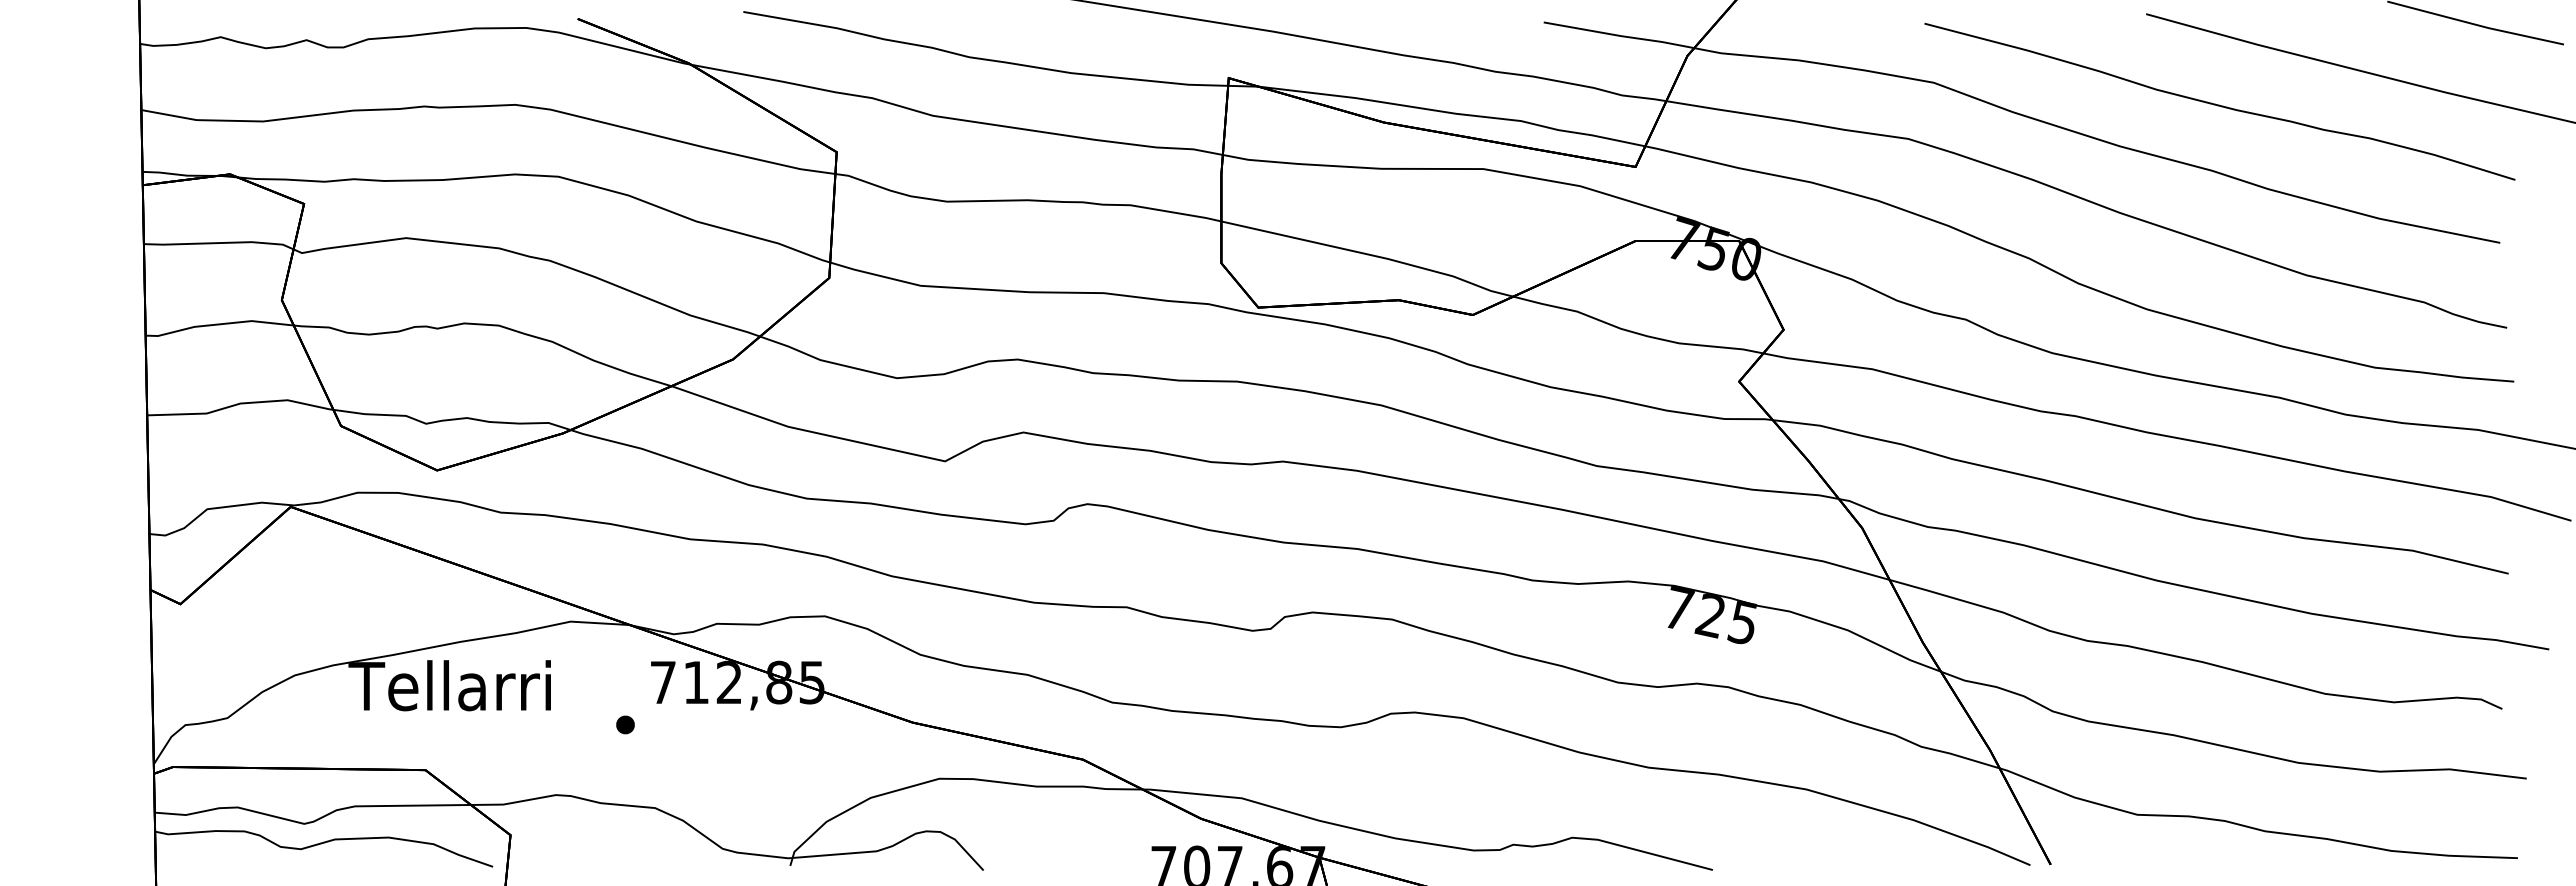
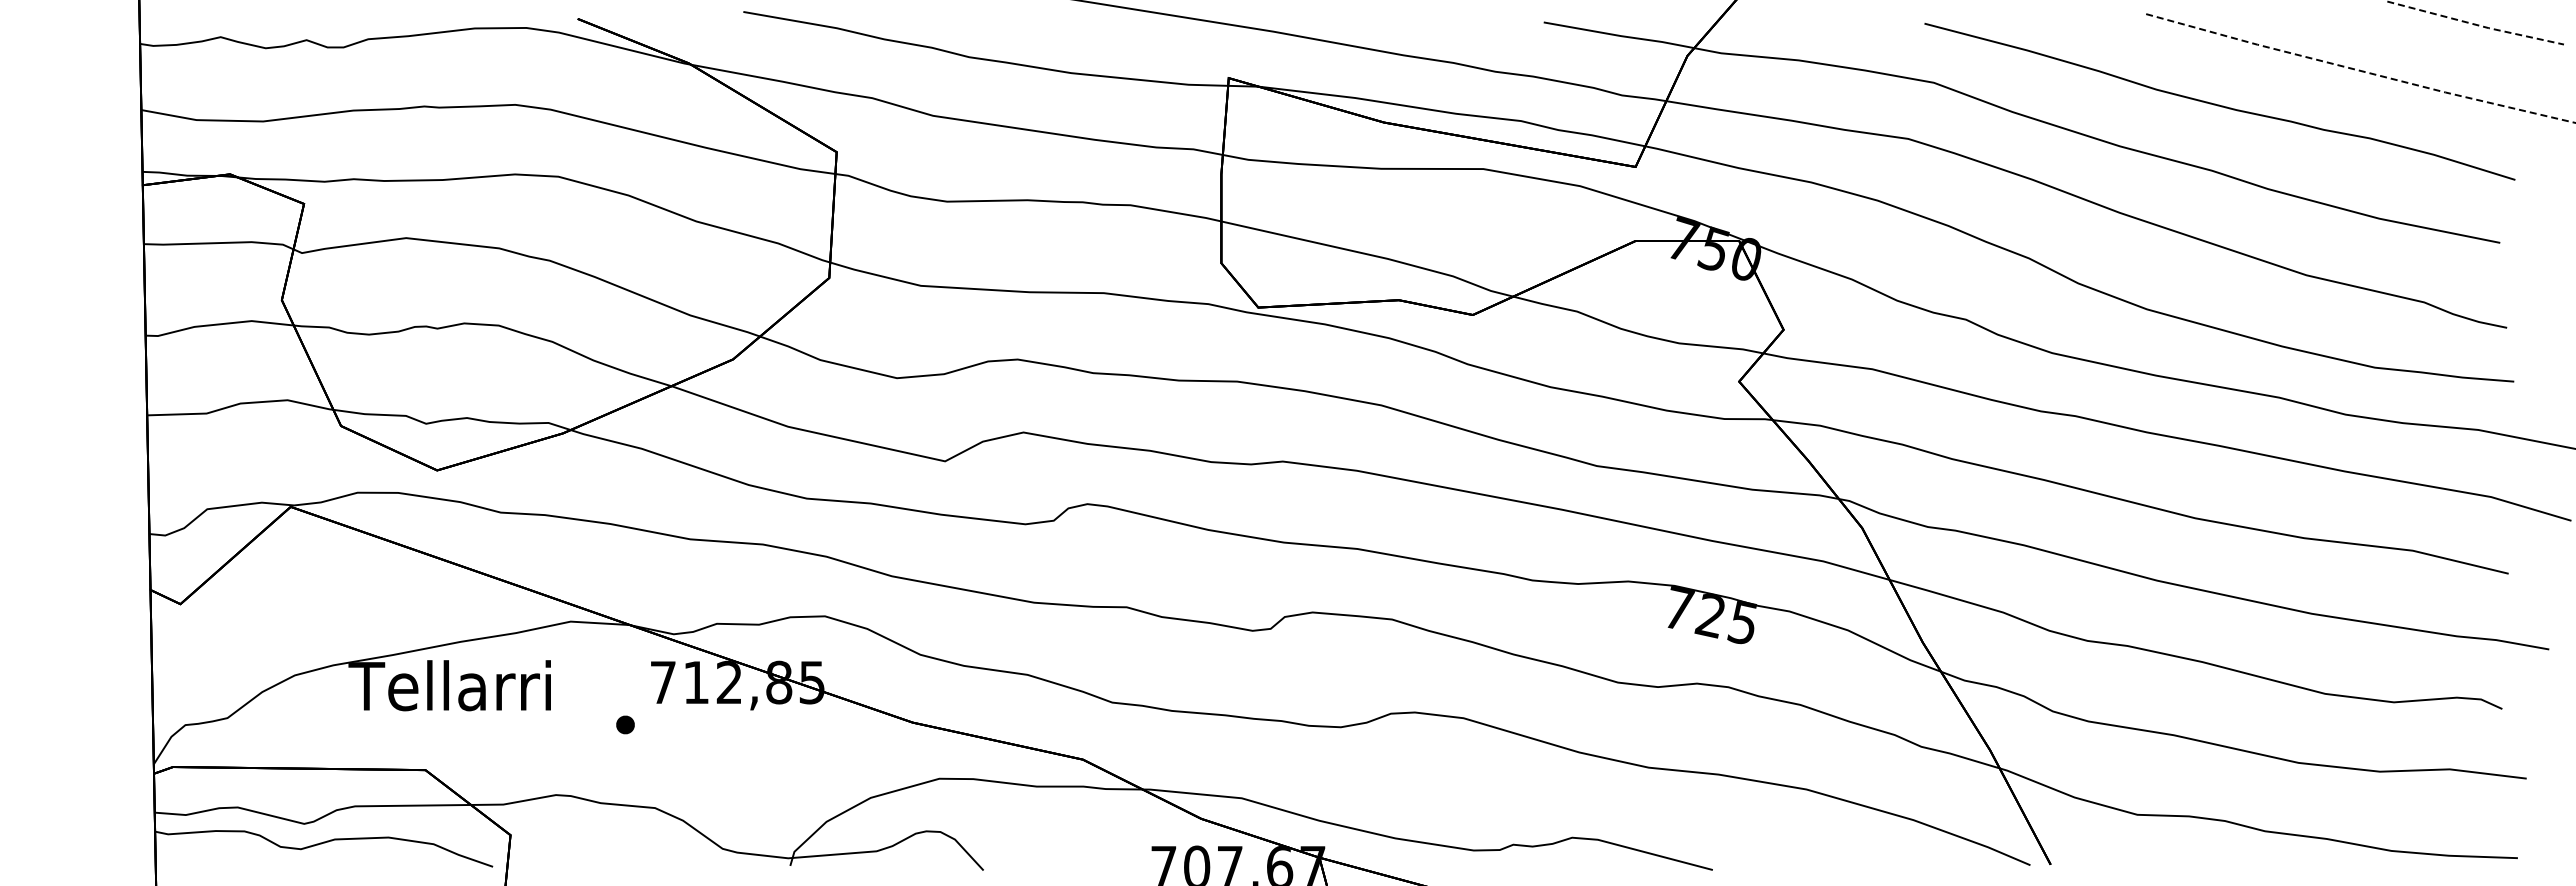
line at (2476, 24): solid -> dashed
line at (2360, 70): solid -> dashed
